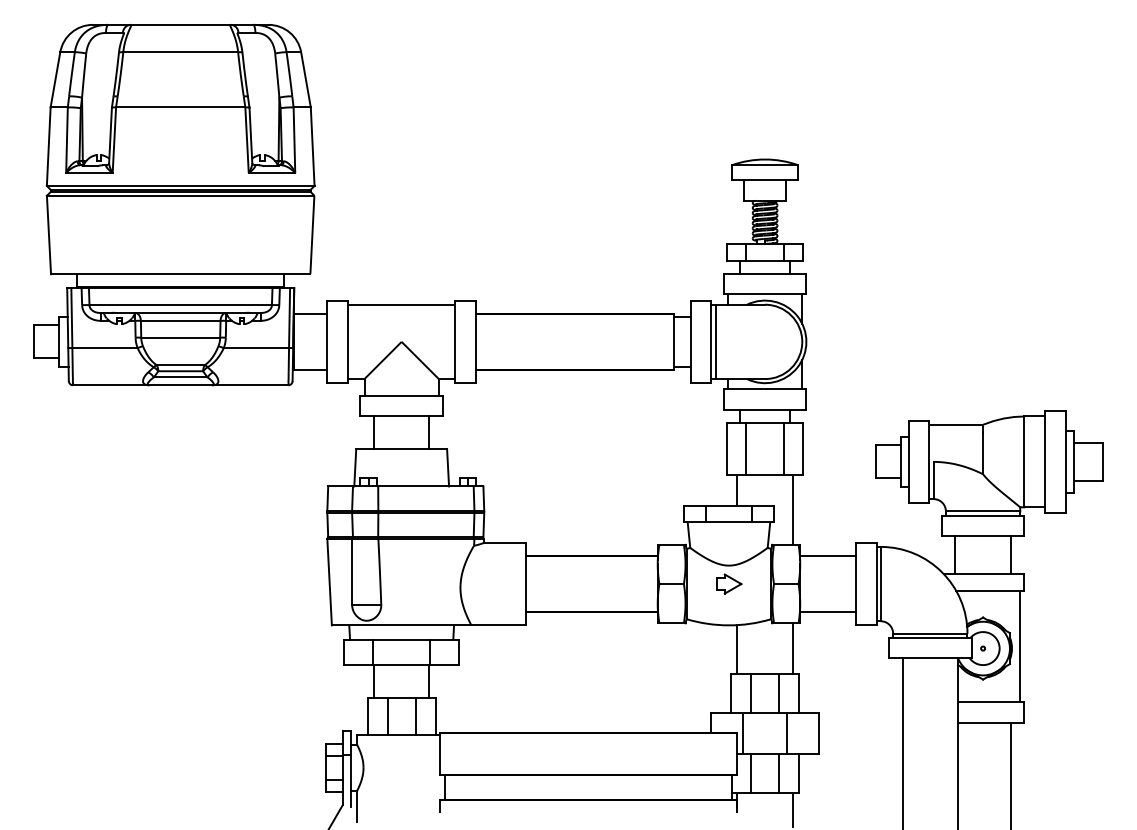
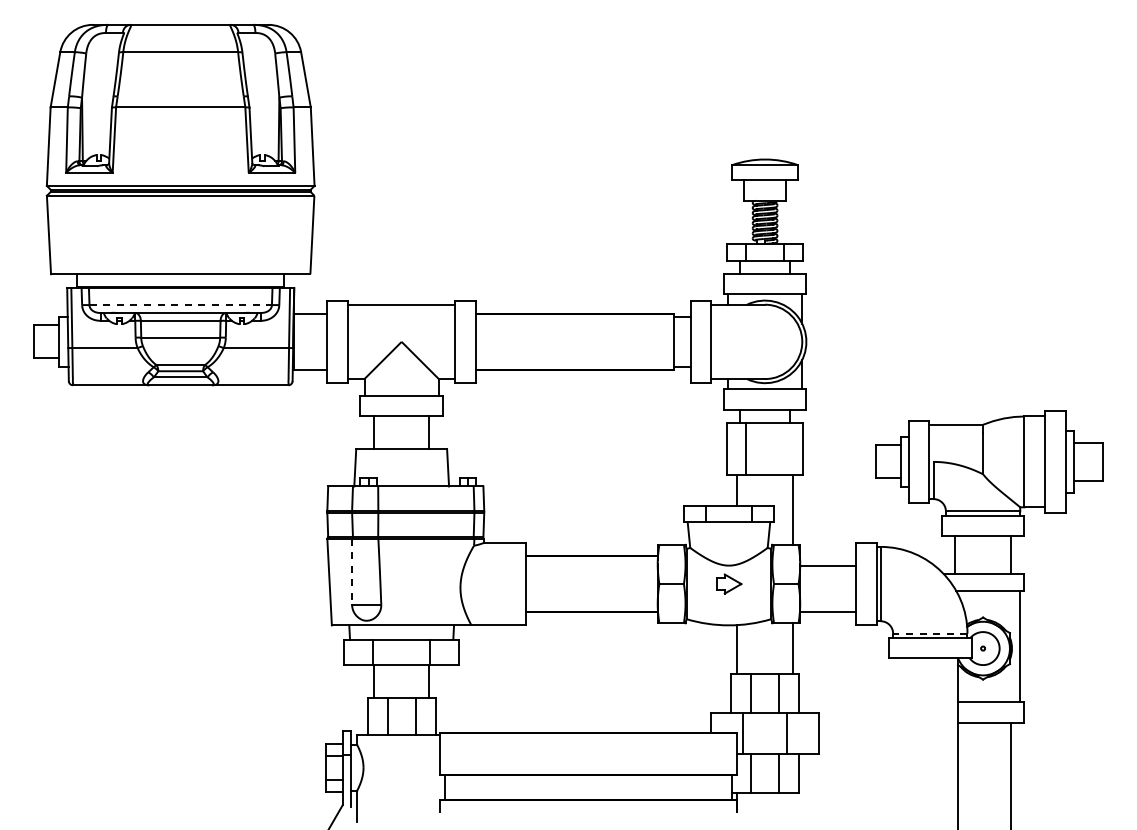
line at (181, 305): solid -> dashed
line at (715, 341): present -> none
line at (784, 449): present -> none
line at (827, 556) position: (827, 556) -> (827, 566)
line at (352, 572): solid -> dashed
line at (929, 633): solid -> dashed
line at (902, 742): present -> none
line at (792, 809): present -> none
